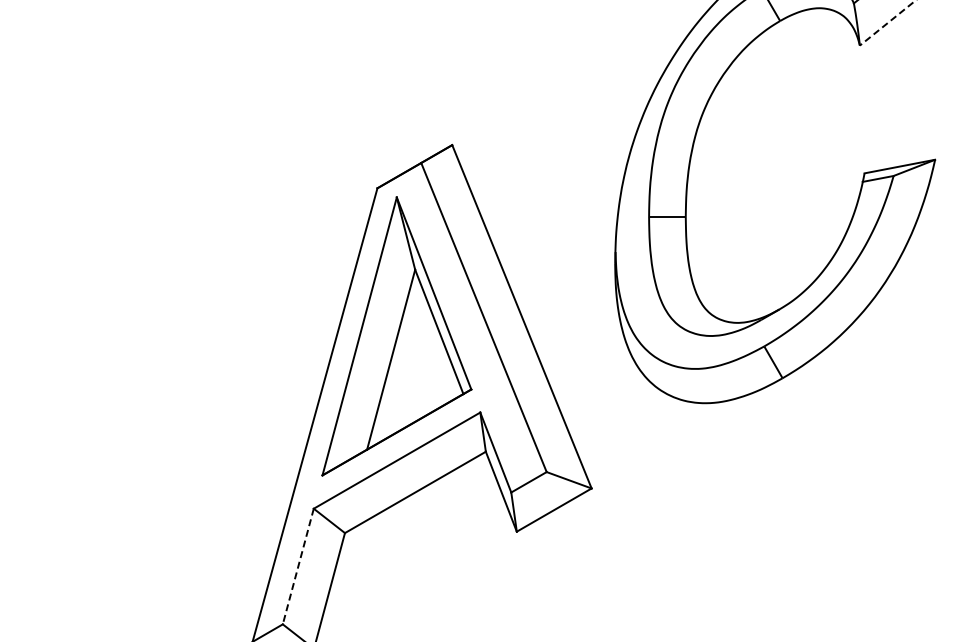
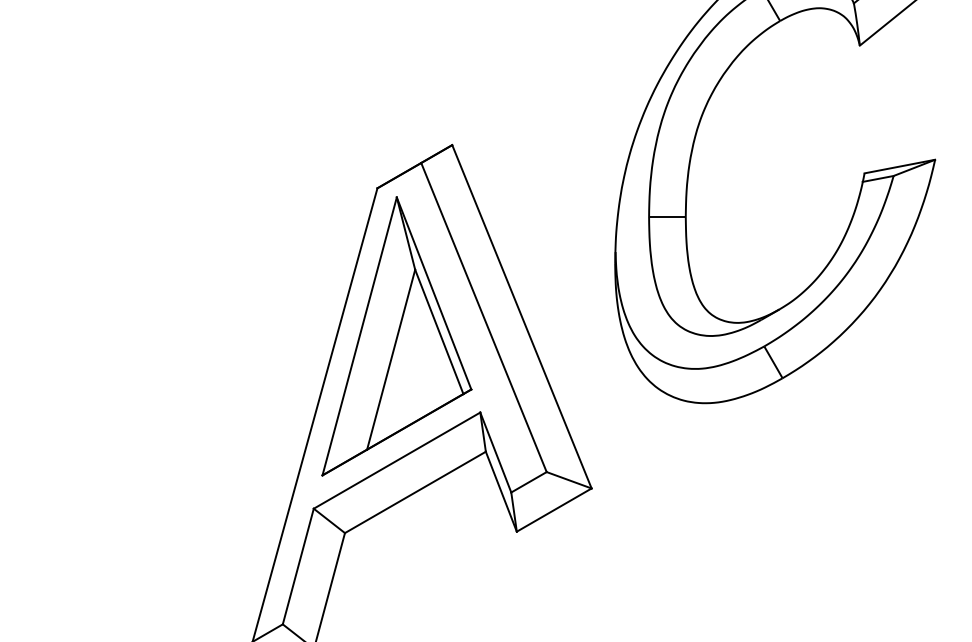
line at (887, 23): dashed -> solid
line at (298, 566): dashed -> solid
